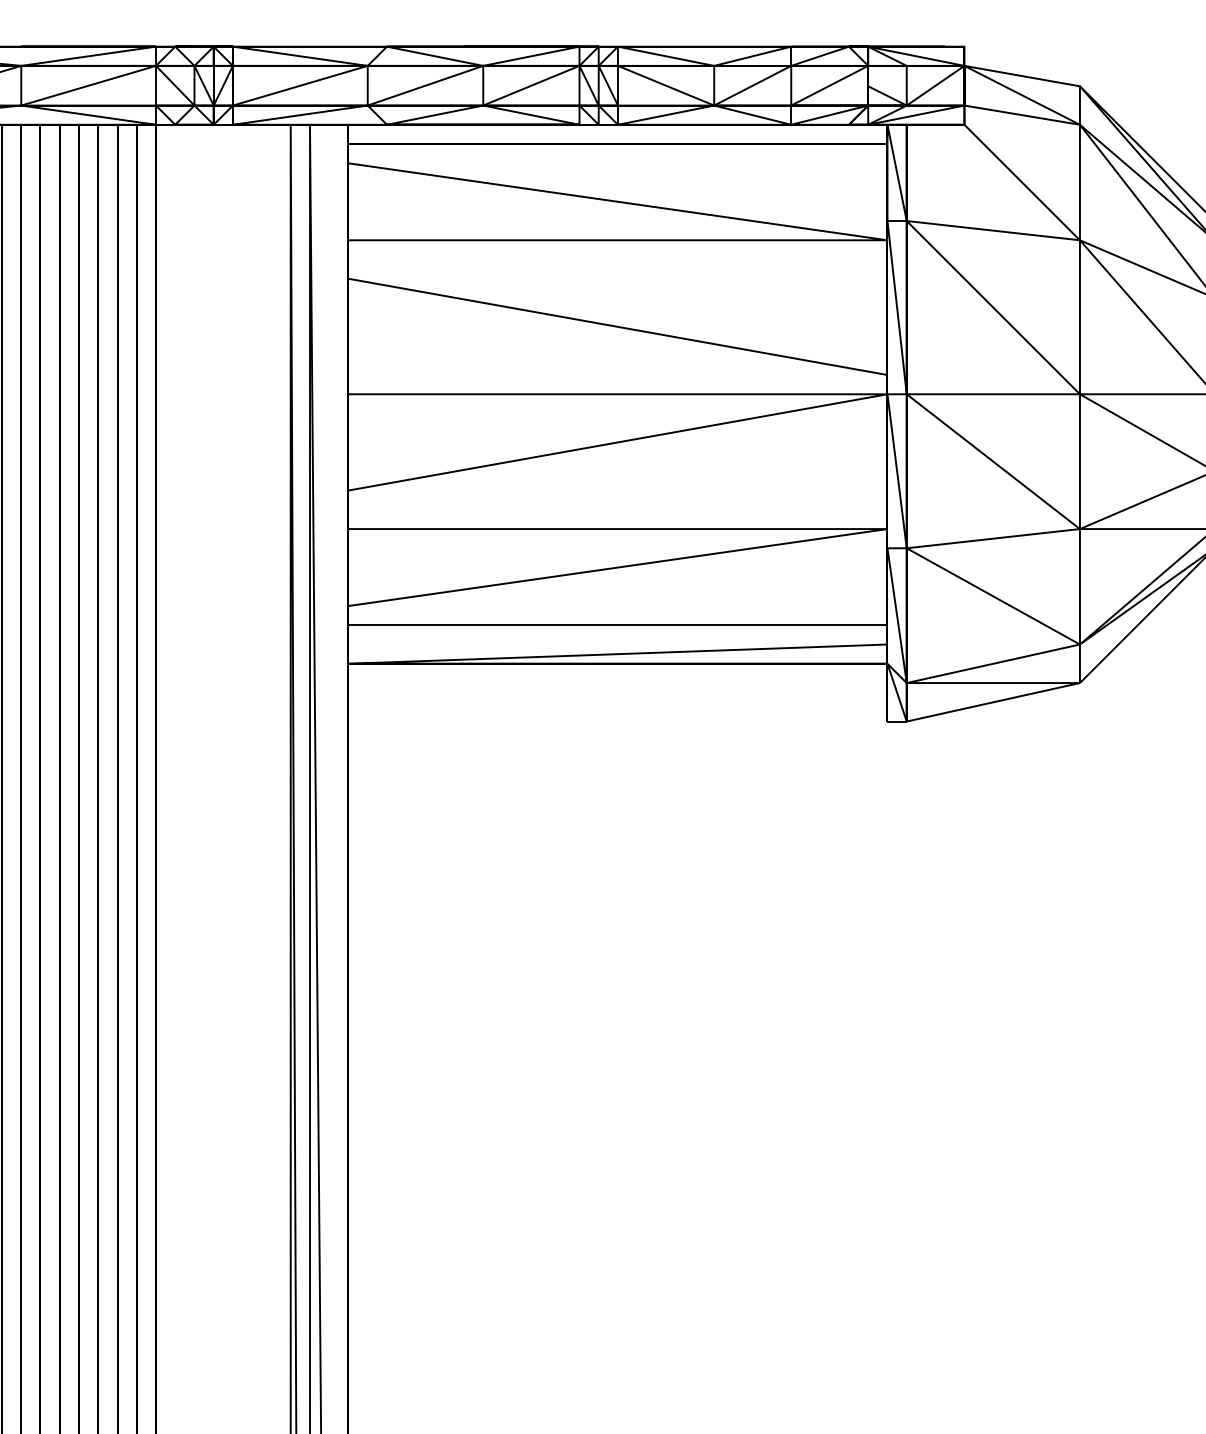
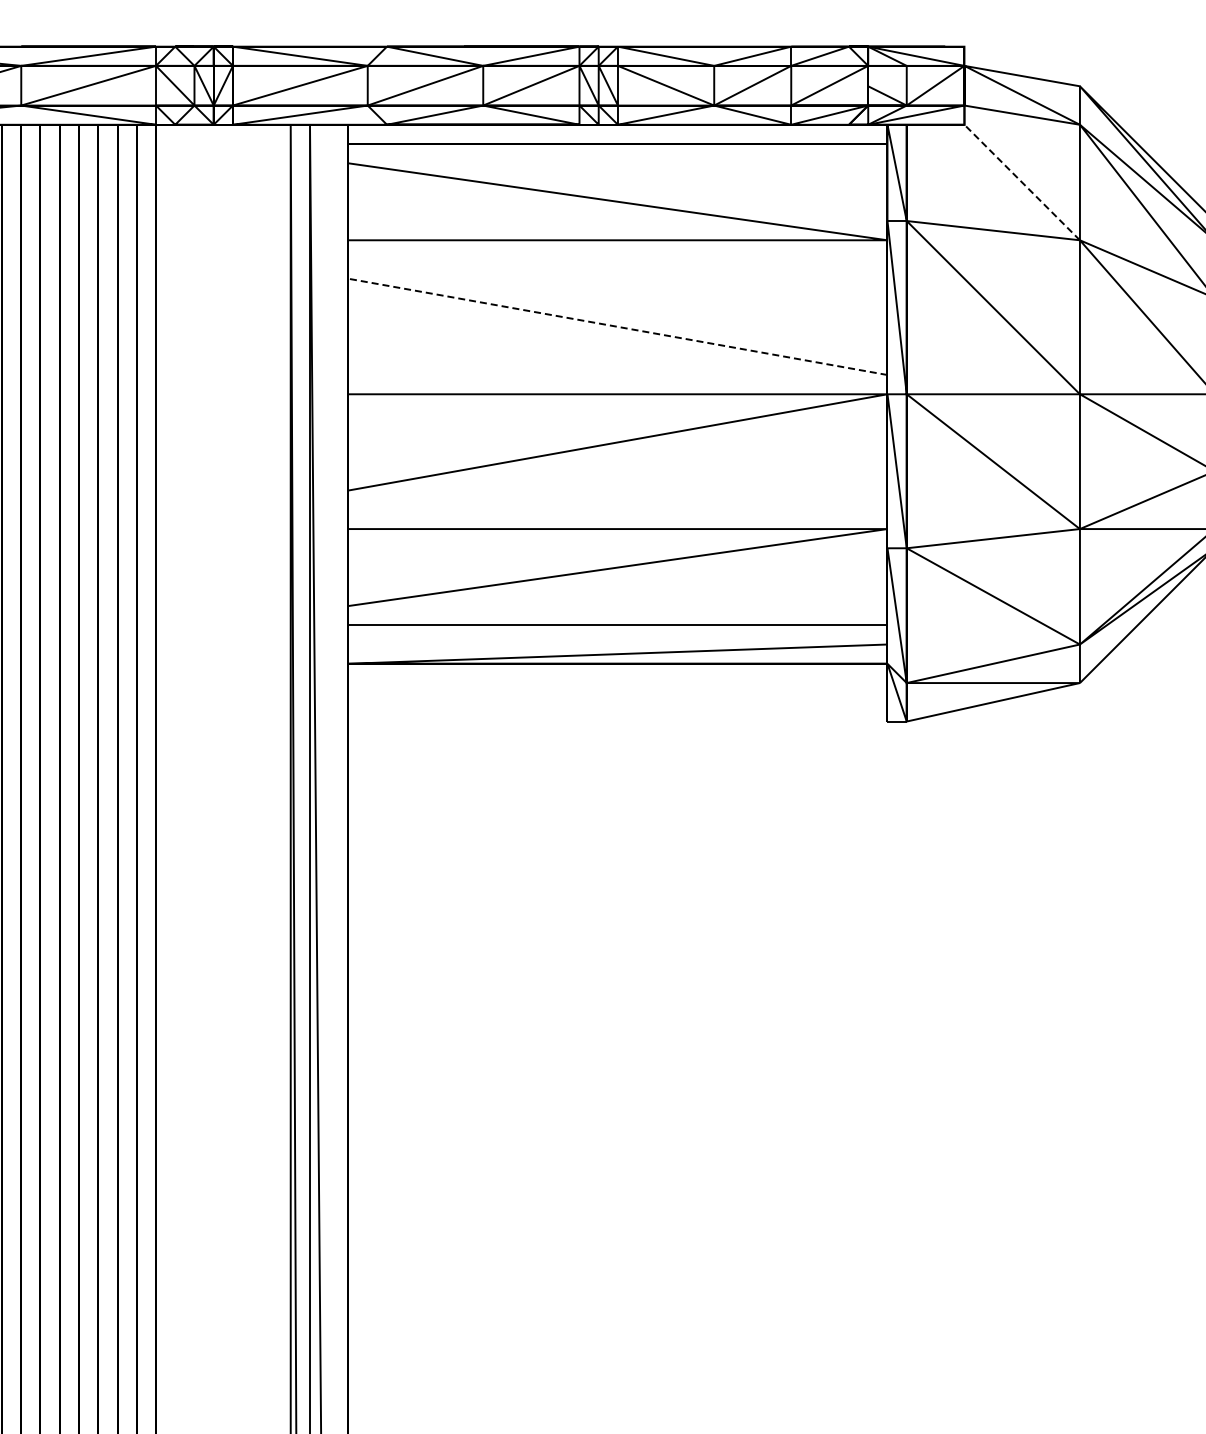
line at (1022, 182): solid -> dashed
line at (617, 326): solid -> dashed
